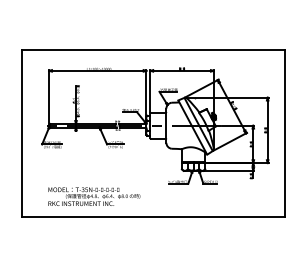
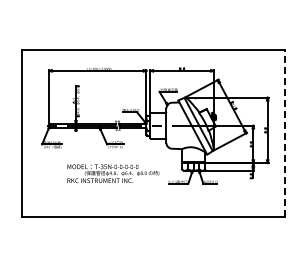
line at (284, 133): solid -> dashed
text at (94, 196) position: (94, 196) -> (113, 173)
